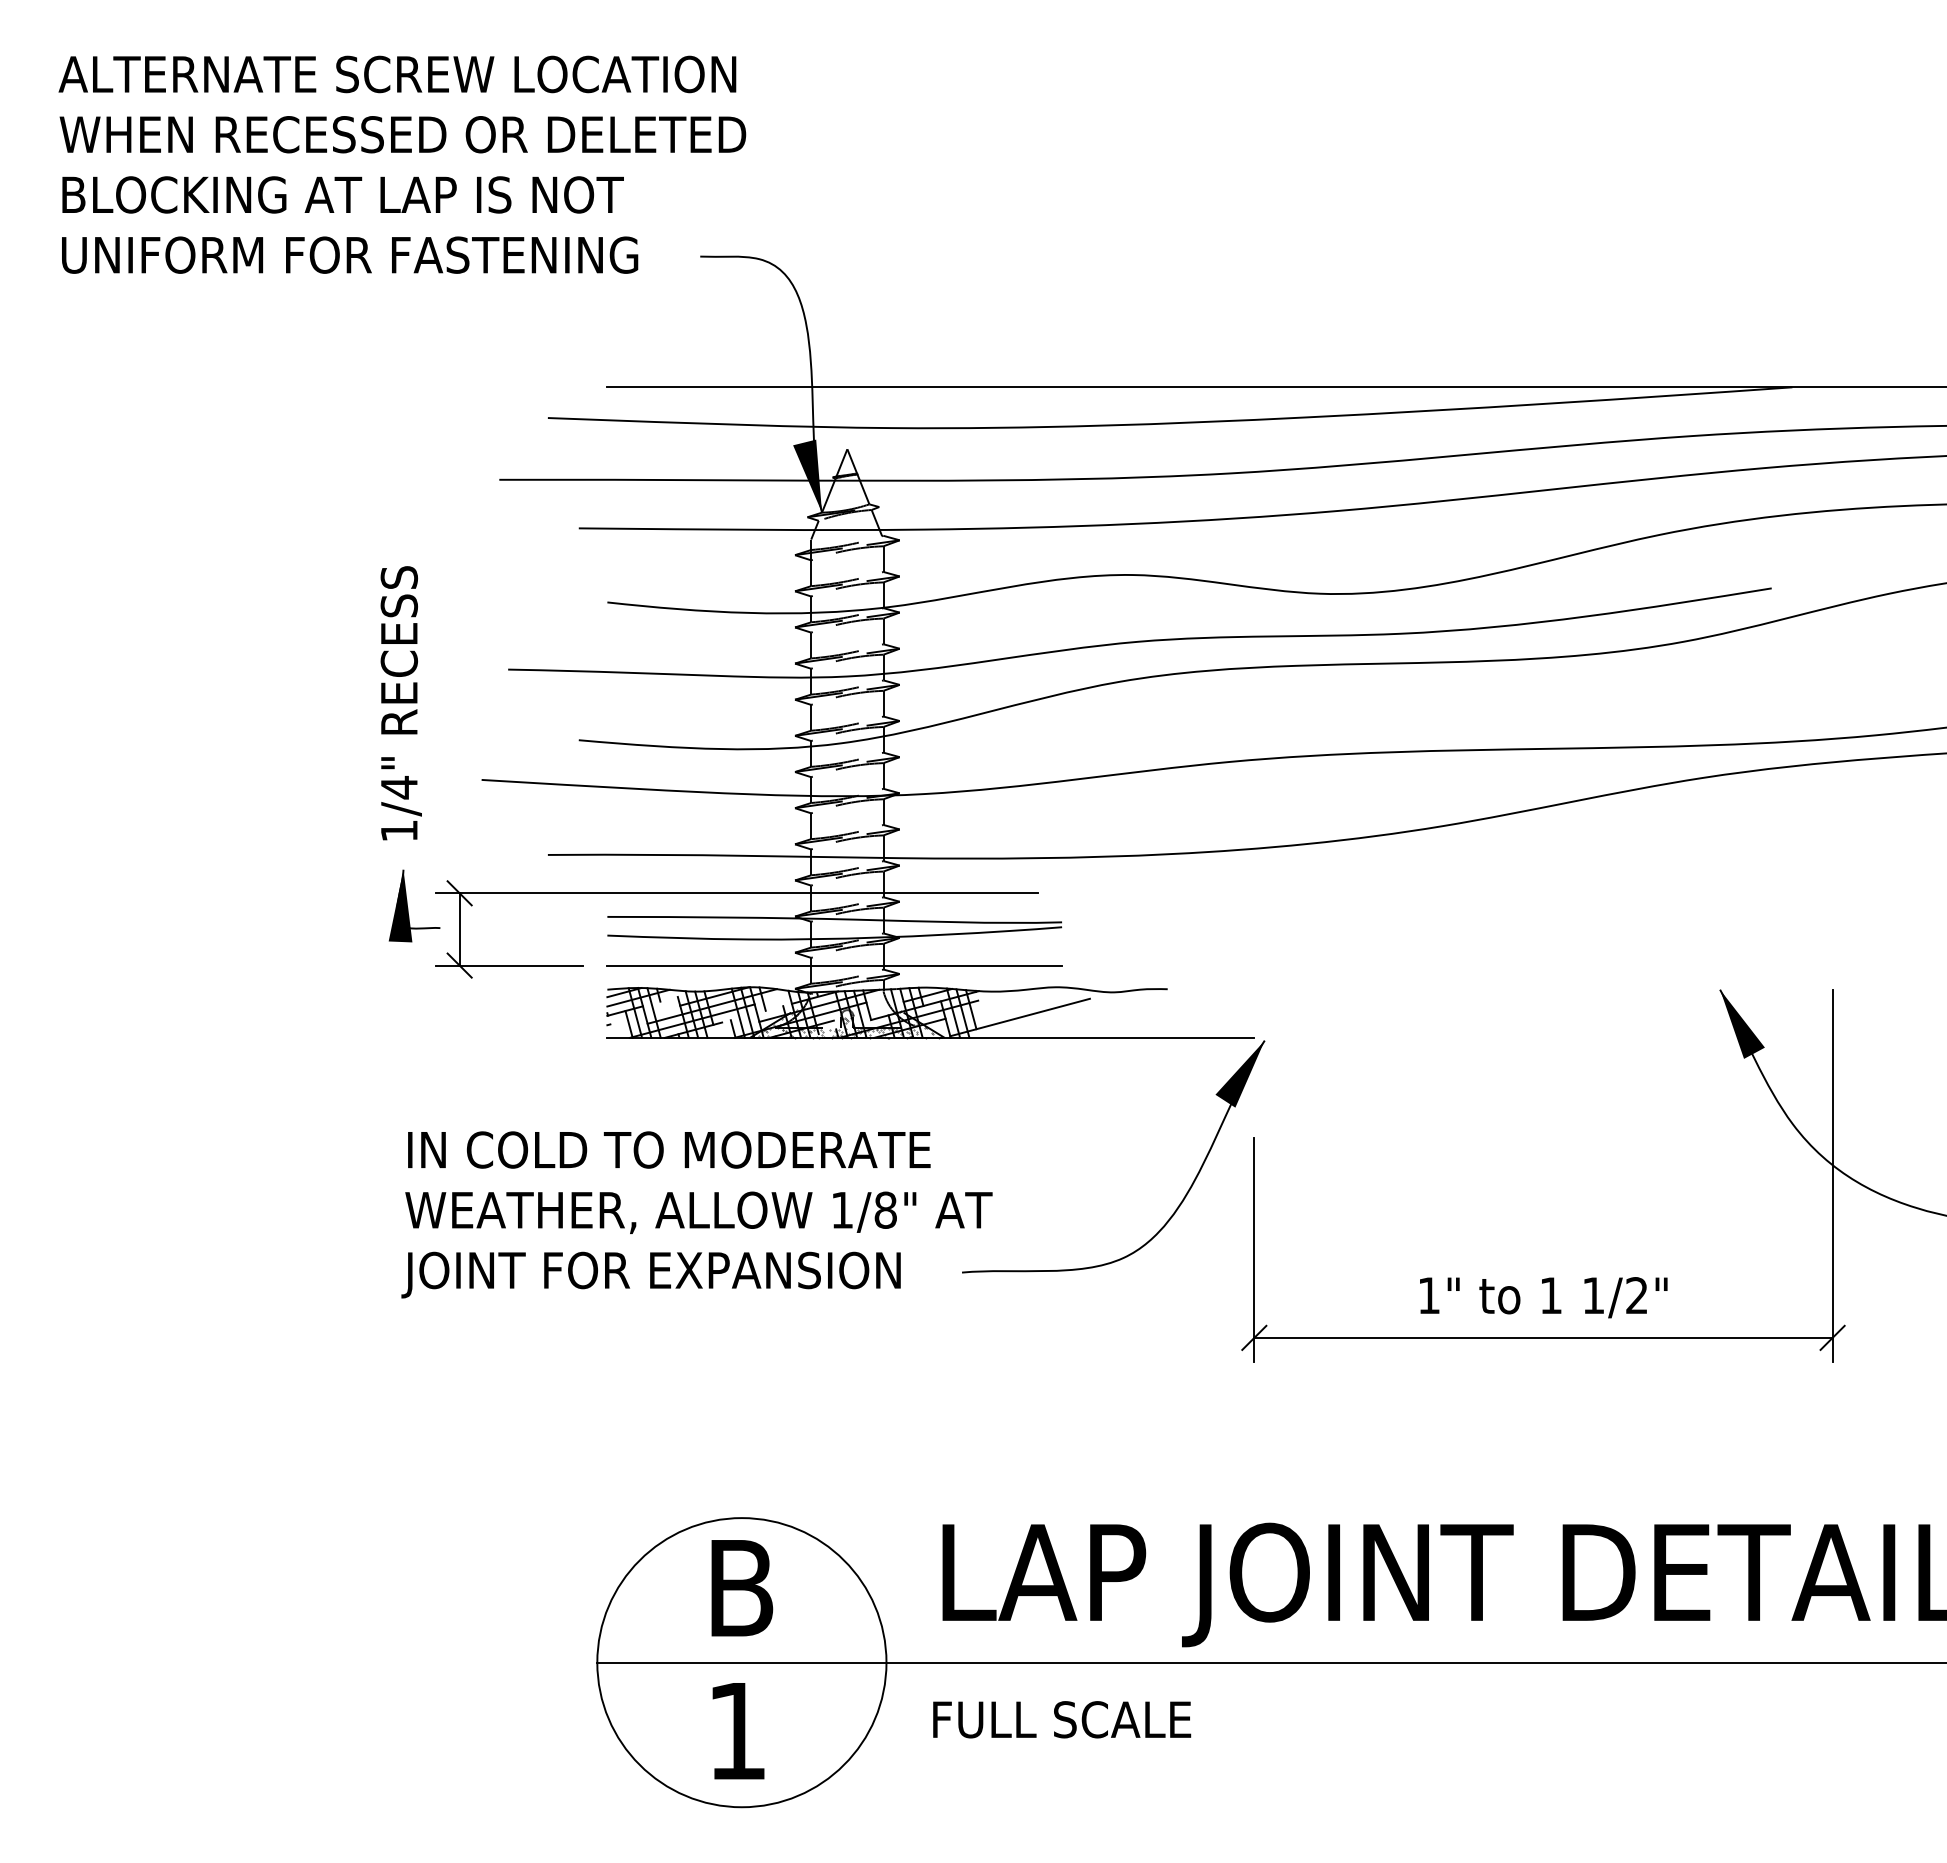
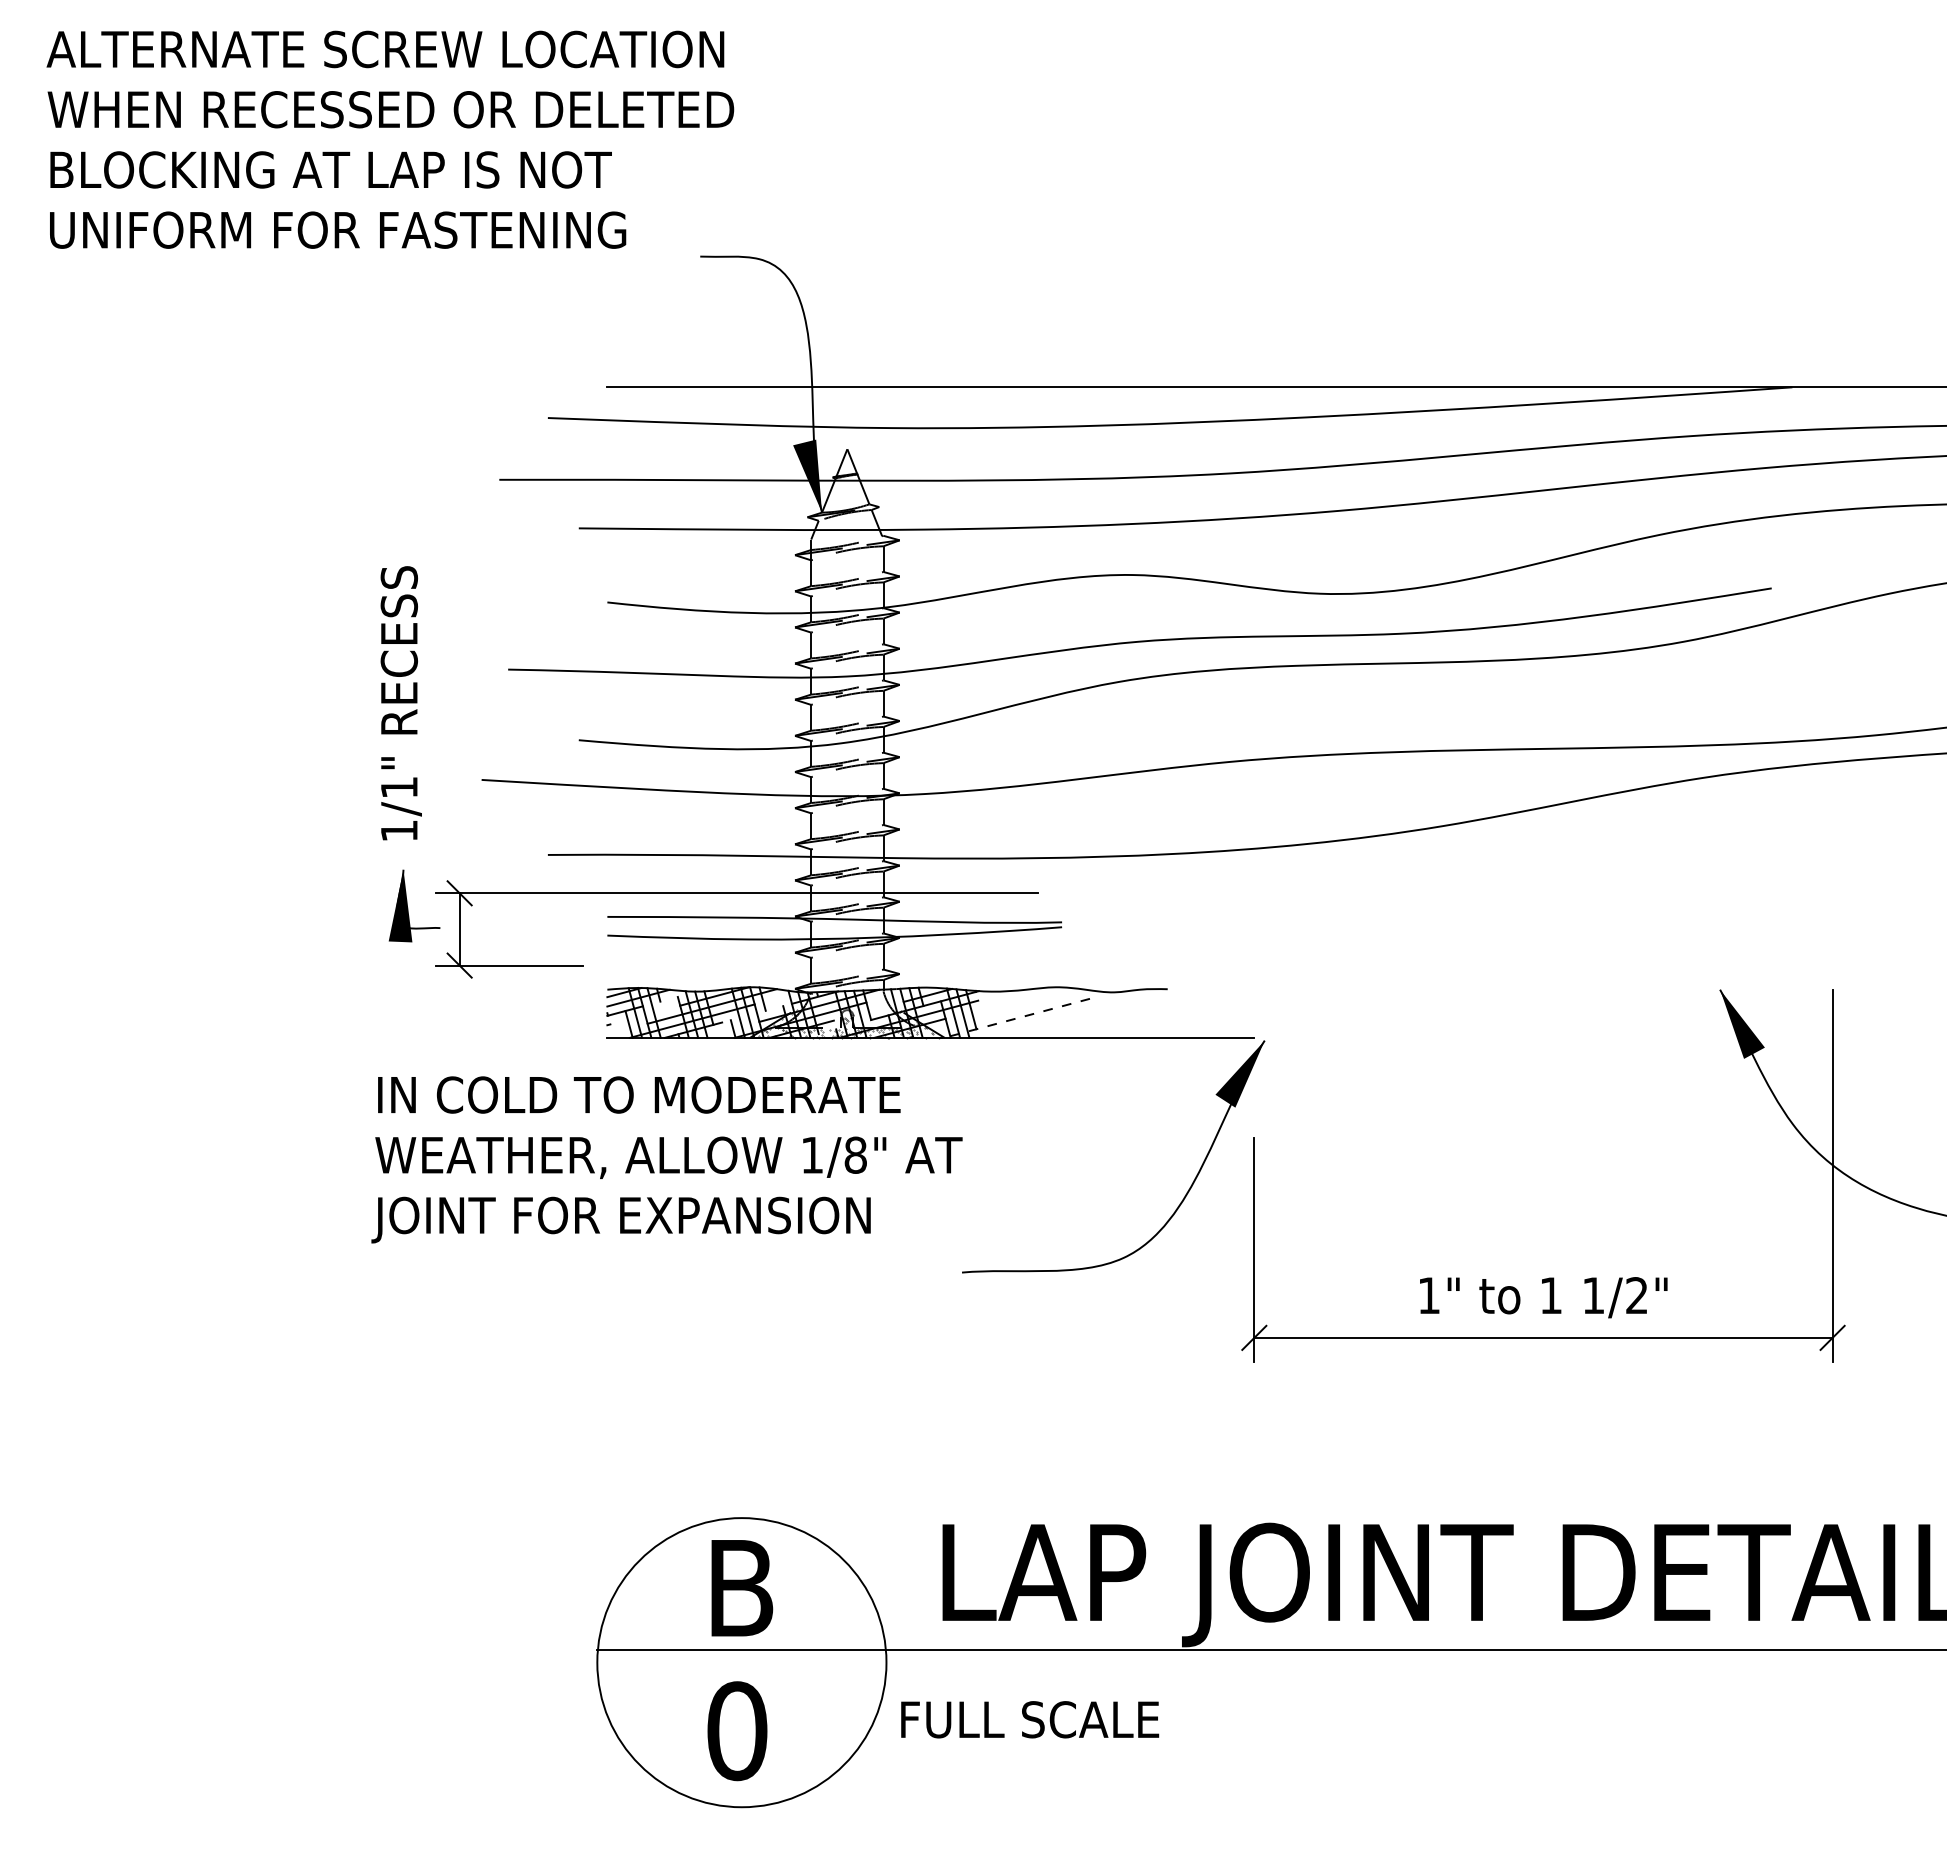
text at (402, 164) position: (402, 164) -> (390, 139)
text at (399, 787): 1/4" -> 1/1"
line at (834, 965): present -> none
line at (1020, 1017): solid -> dashed
text at (696, 1214) position: (696, 1214) -> (666, 1159)
line at (1270, 1662) position: (1270, 1662) -> (1270, 1649)
text at (1062, 1719) position: (1062, 1719) -> (1030, 1719)
text at (737, 1731): 1 -> 0
